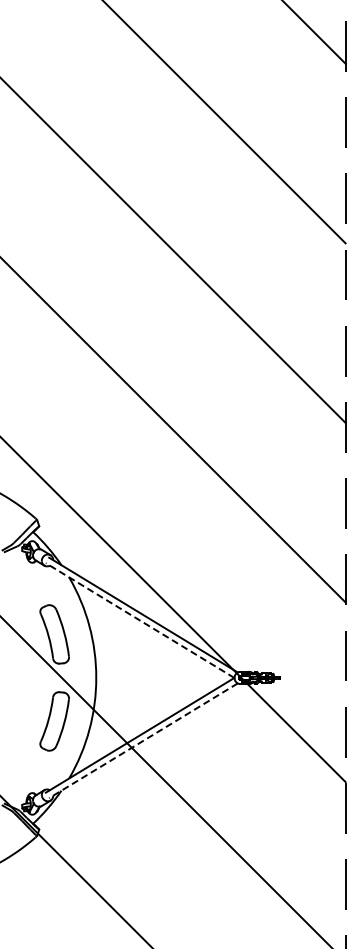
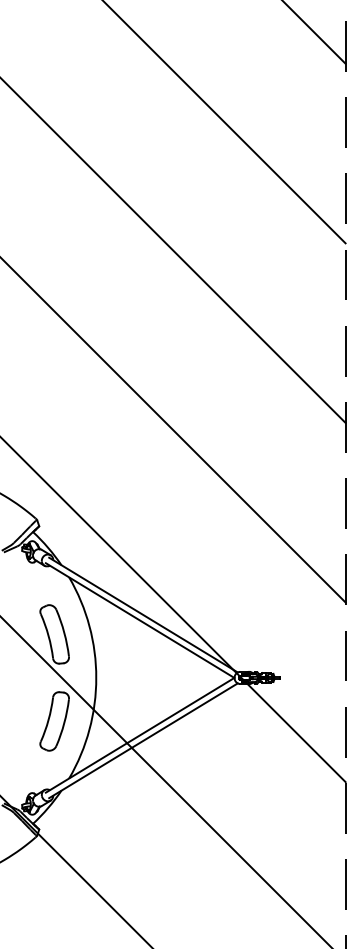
line at (139, 620): dashed -> solid
line at (143, 741): dashed -> solid
